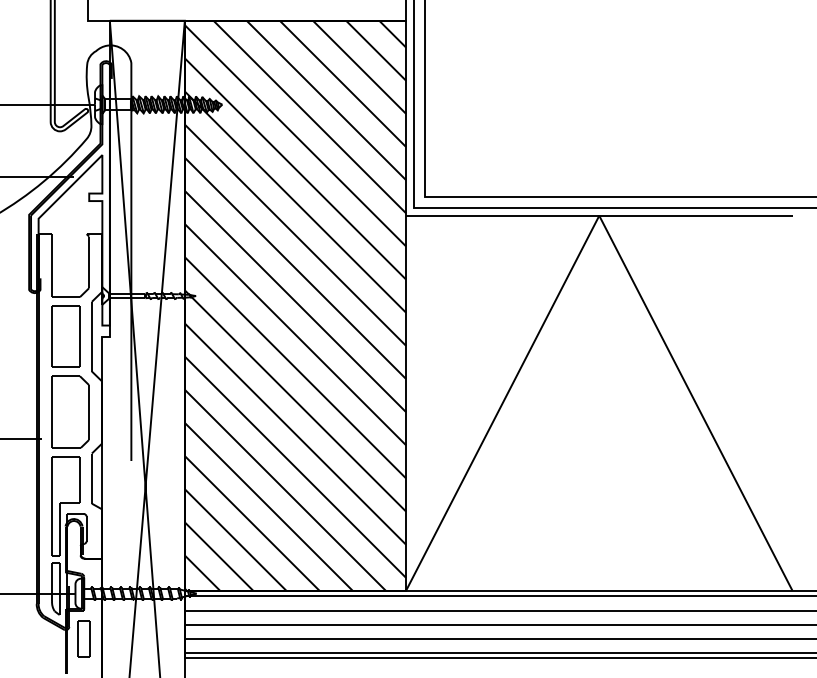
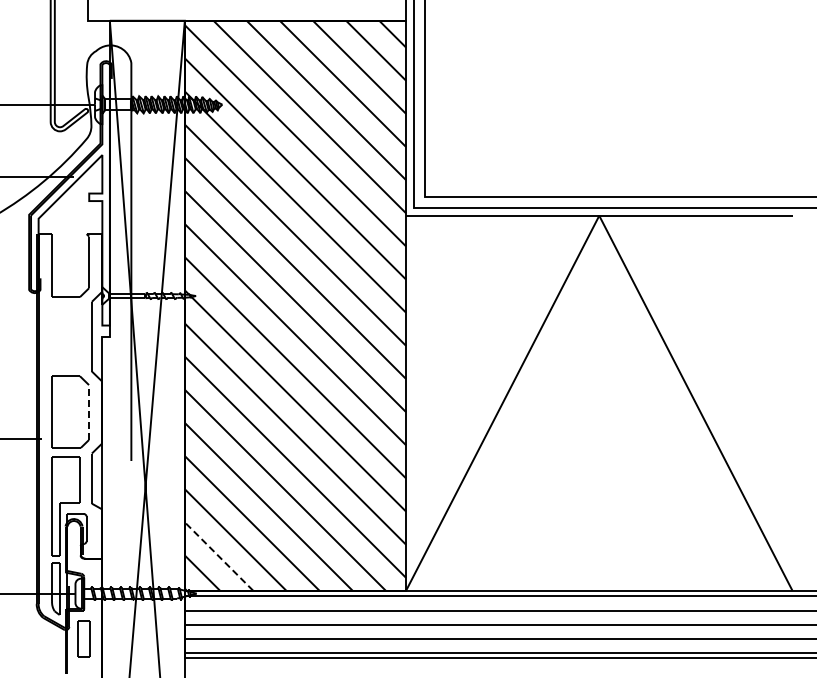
part at (65, 336): present -> none
line at (89, 412): solid -> dashed
line at (218, 556): solid -> dashed
